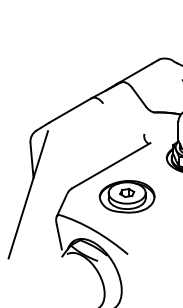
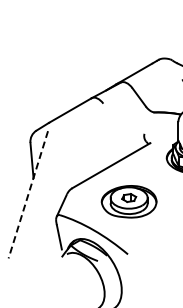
line at (28, 194): solid -> dashed
part at (126, 196) position: (126, 196) -> (128, 201)
